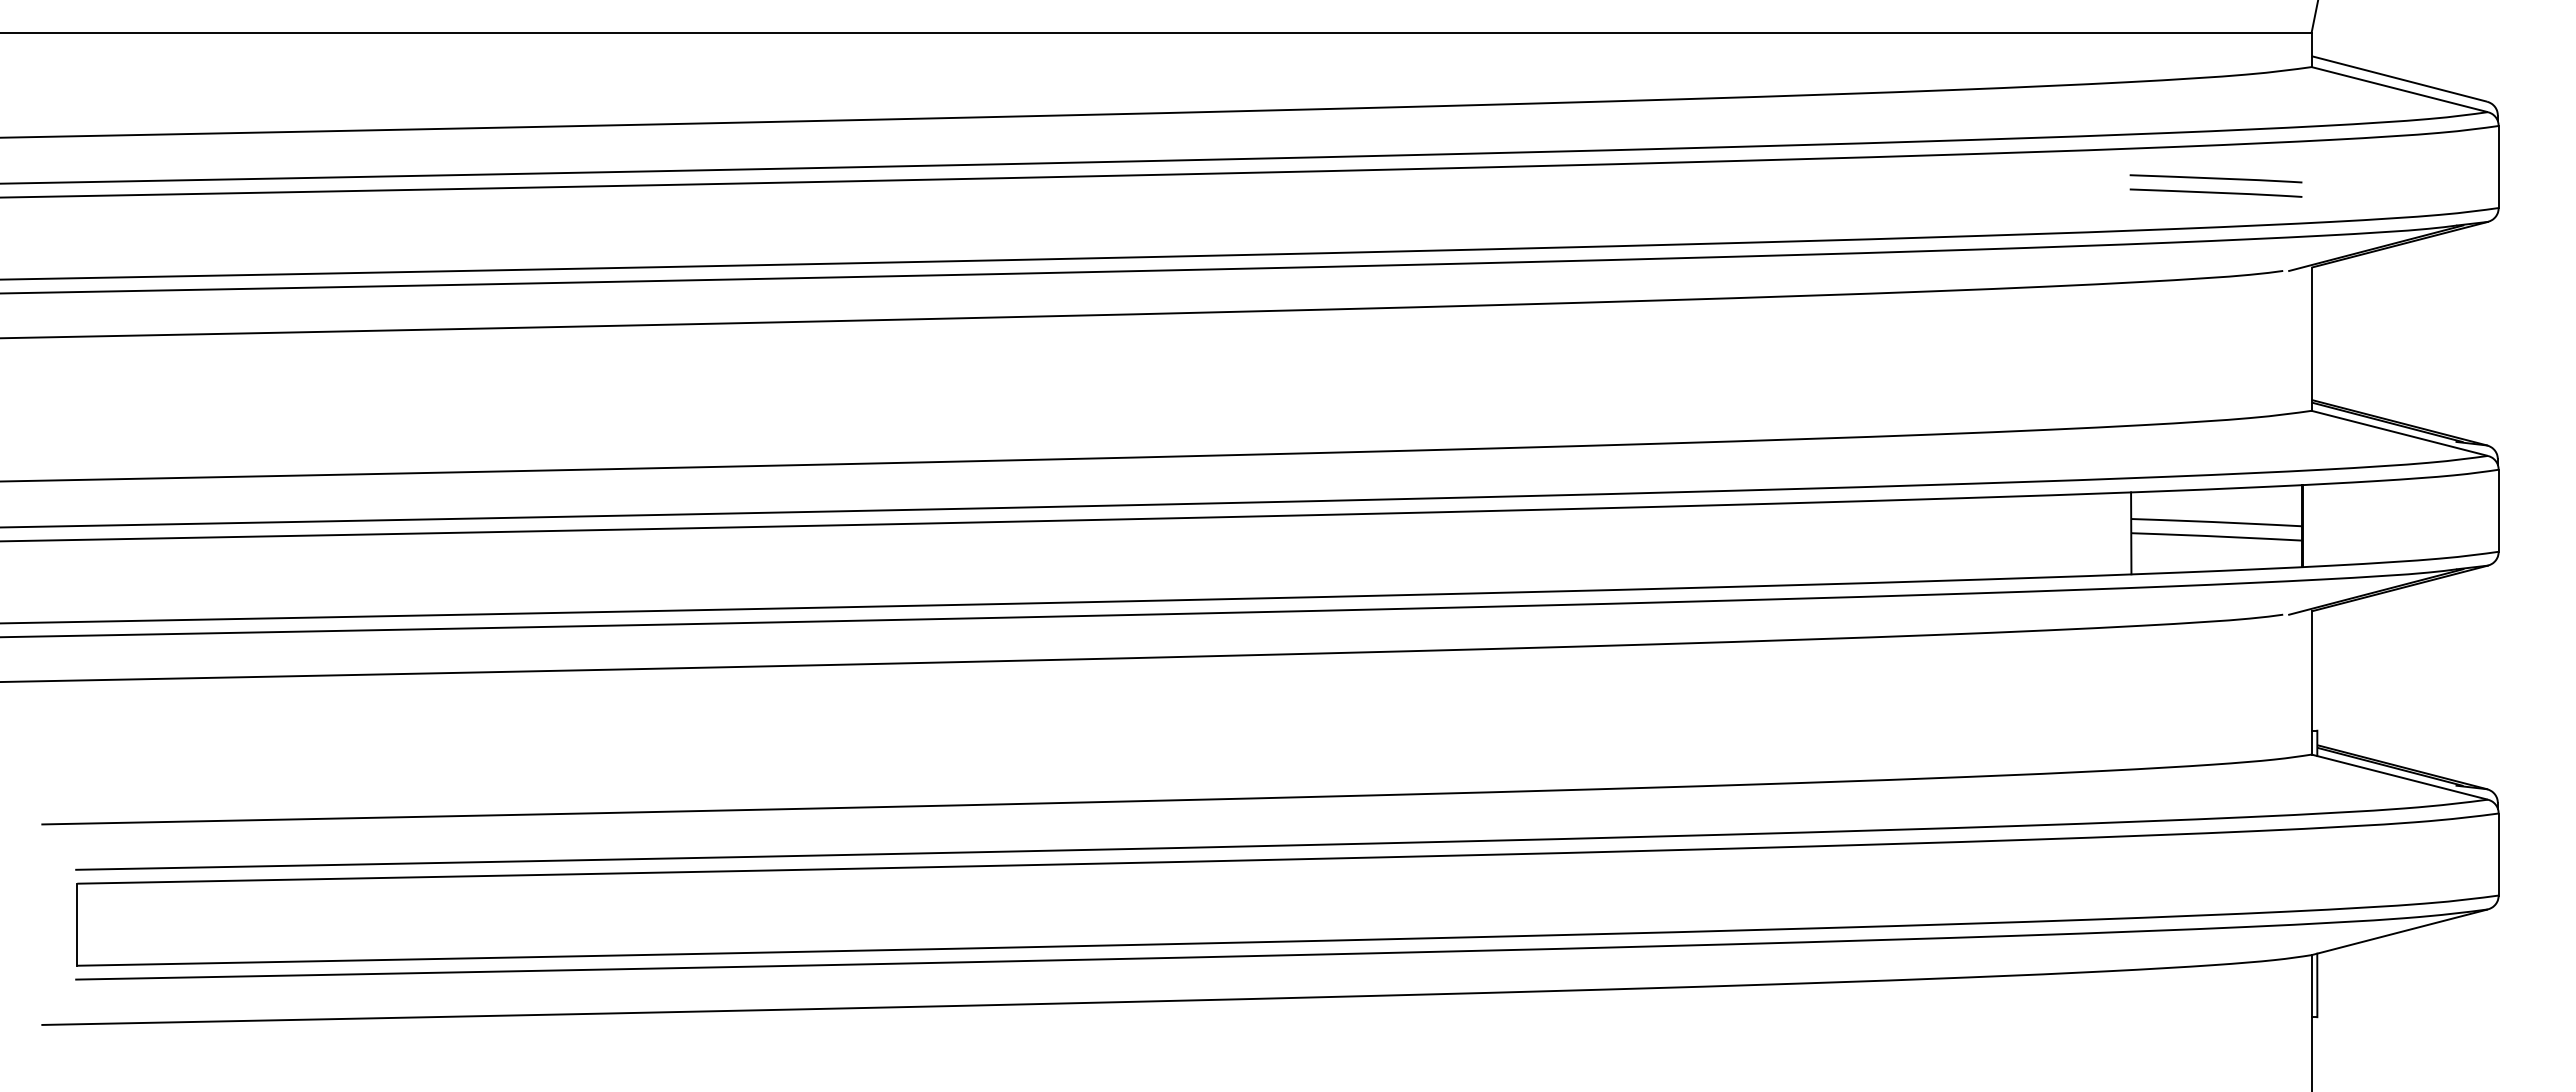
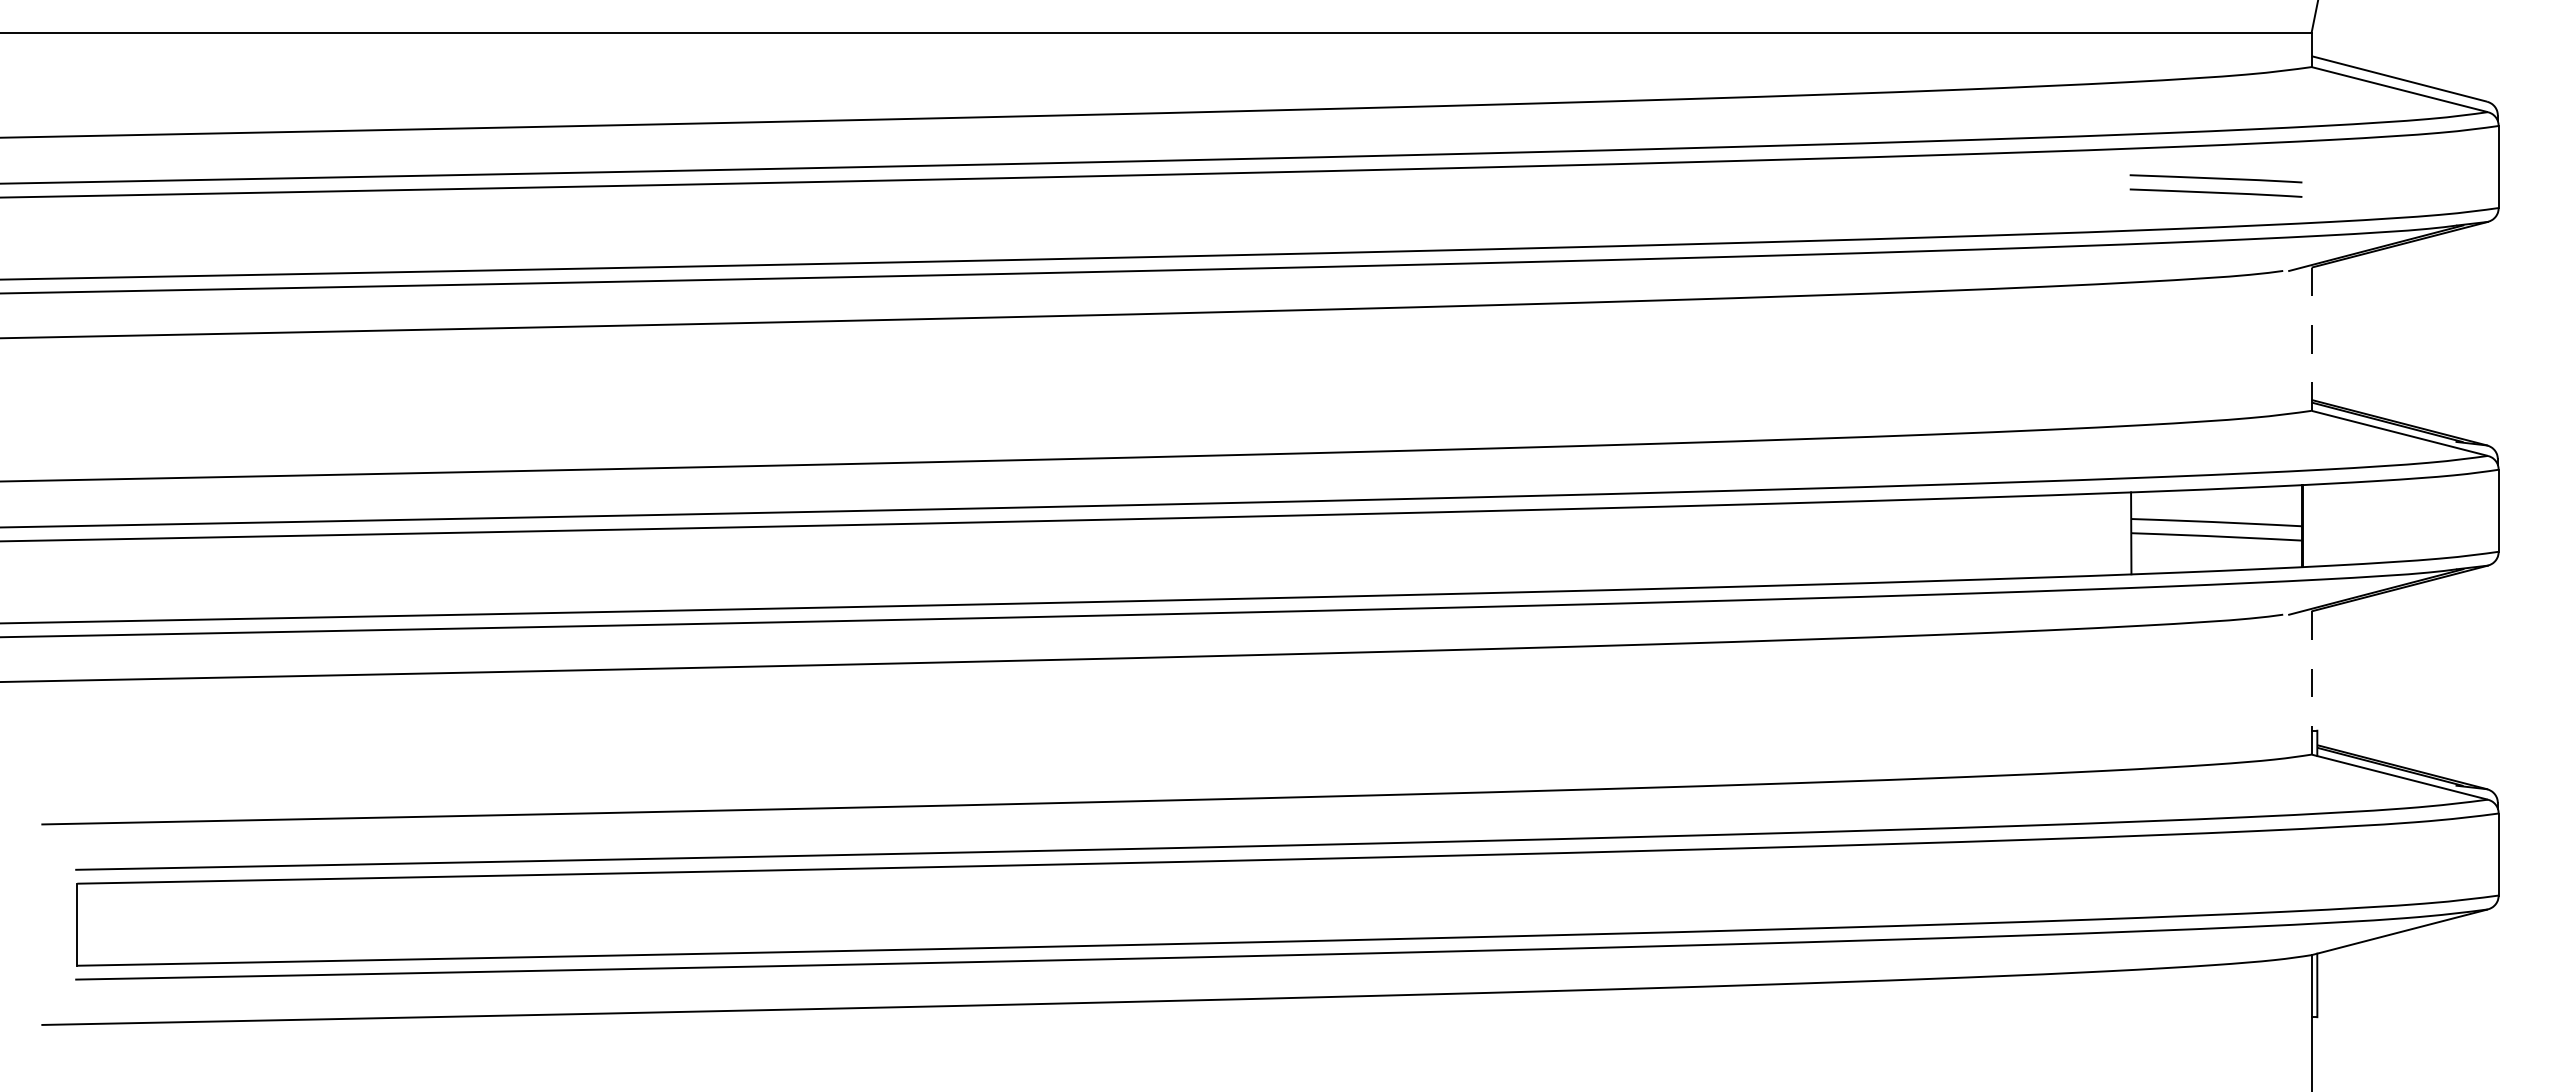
line at (2311, 339): solid -> dashed
line at (2311, 682): solid -> dashed
